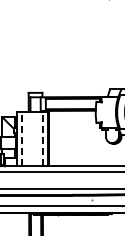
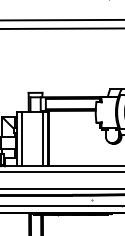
line at (61, 19): none -> present
line at (61, 28): none -> present
line at (21, 138): dashed -> solid
line at (42, 138): dashed -> solid
